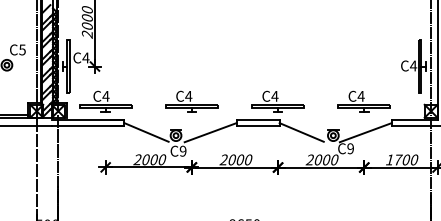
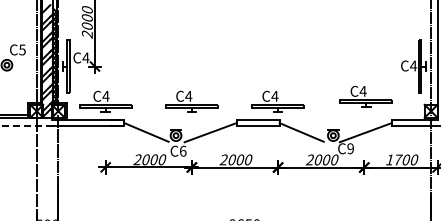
part at (363, 101) position: (363, 101) -> (365, 96)
line at (26, 126): solid -> dashed
text at (182, 150): C9 -> C6
